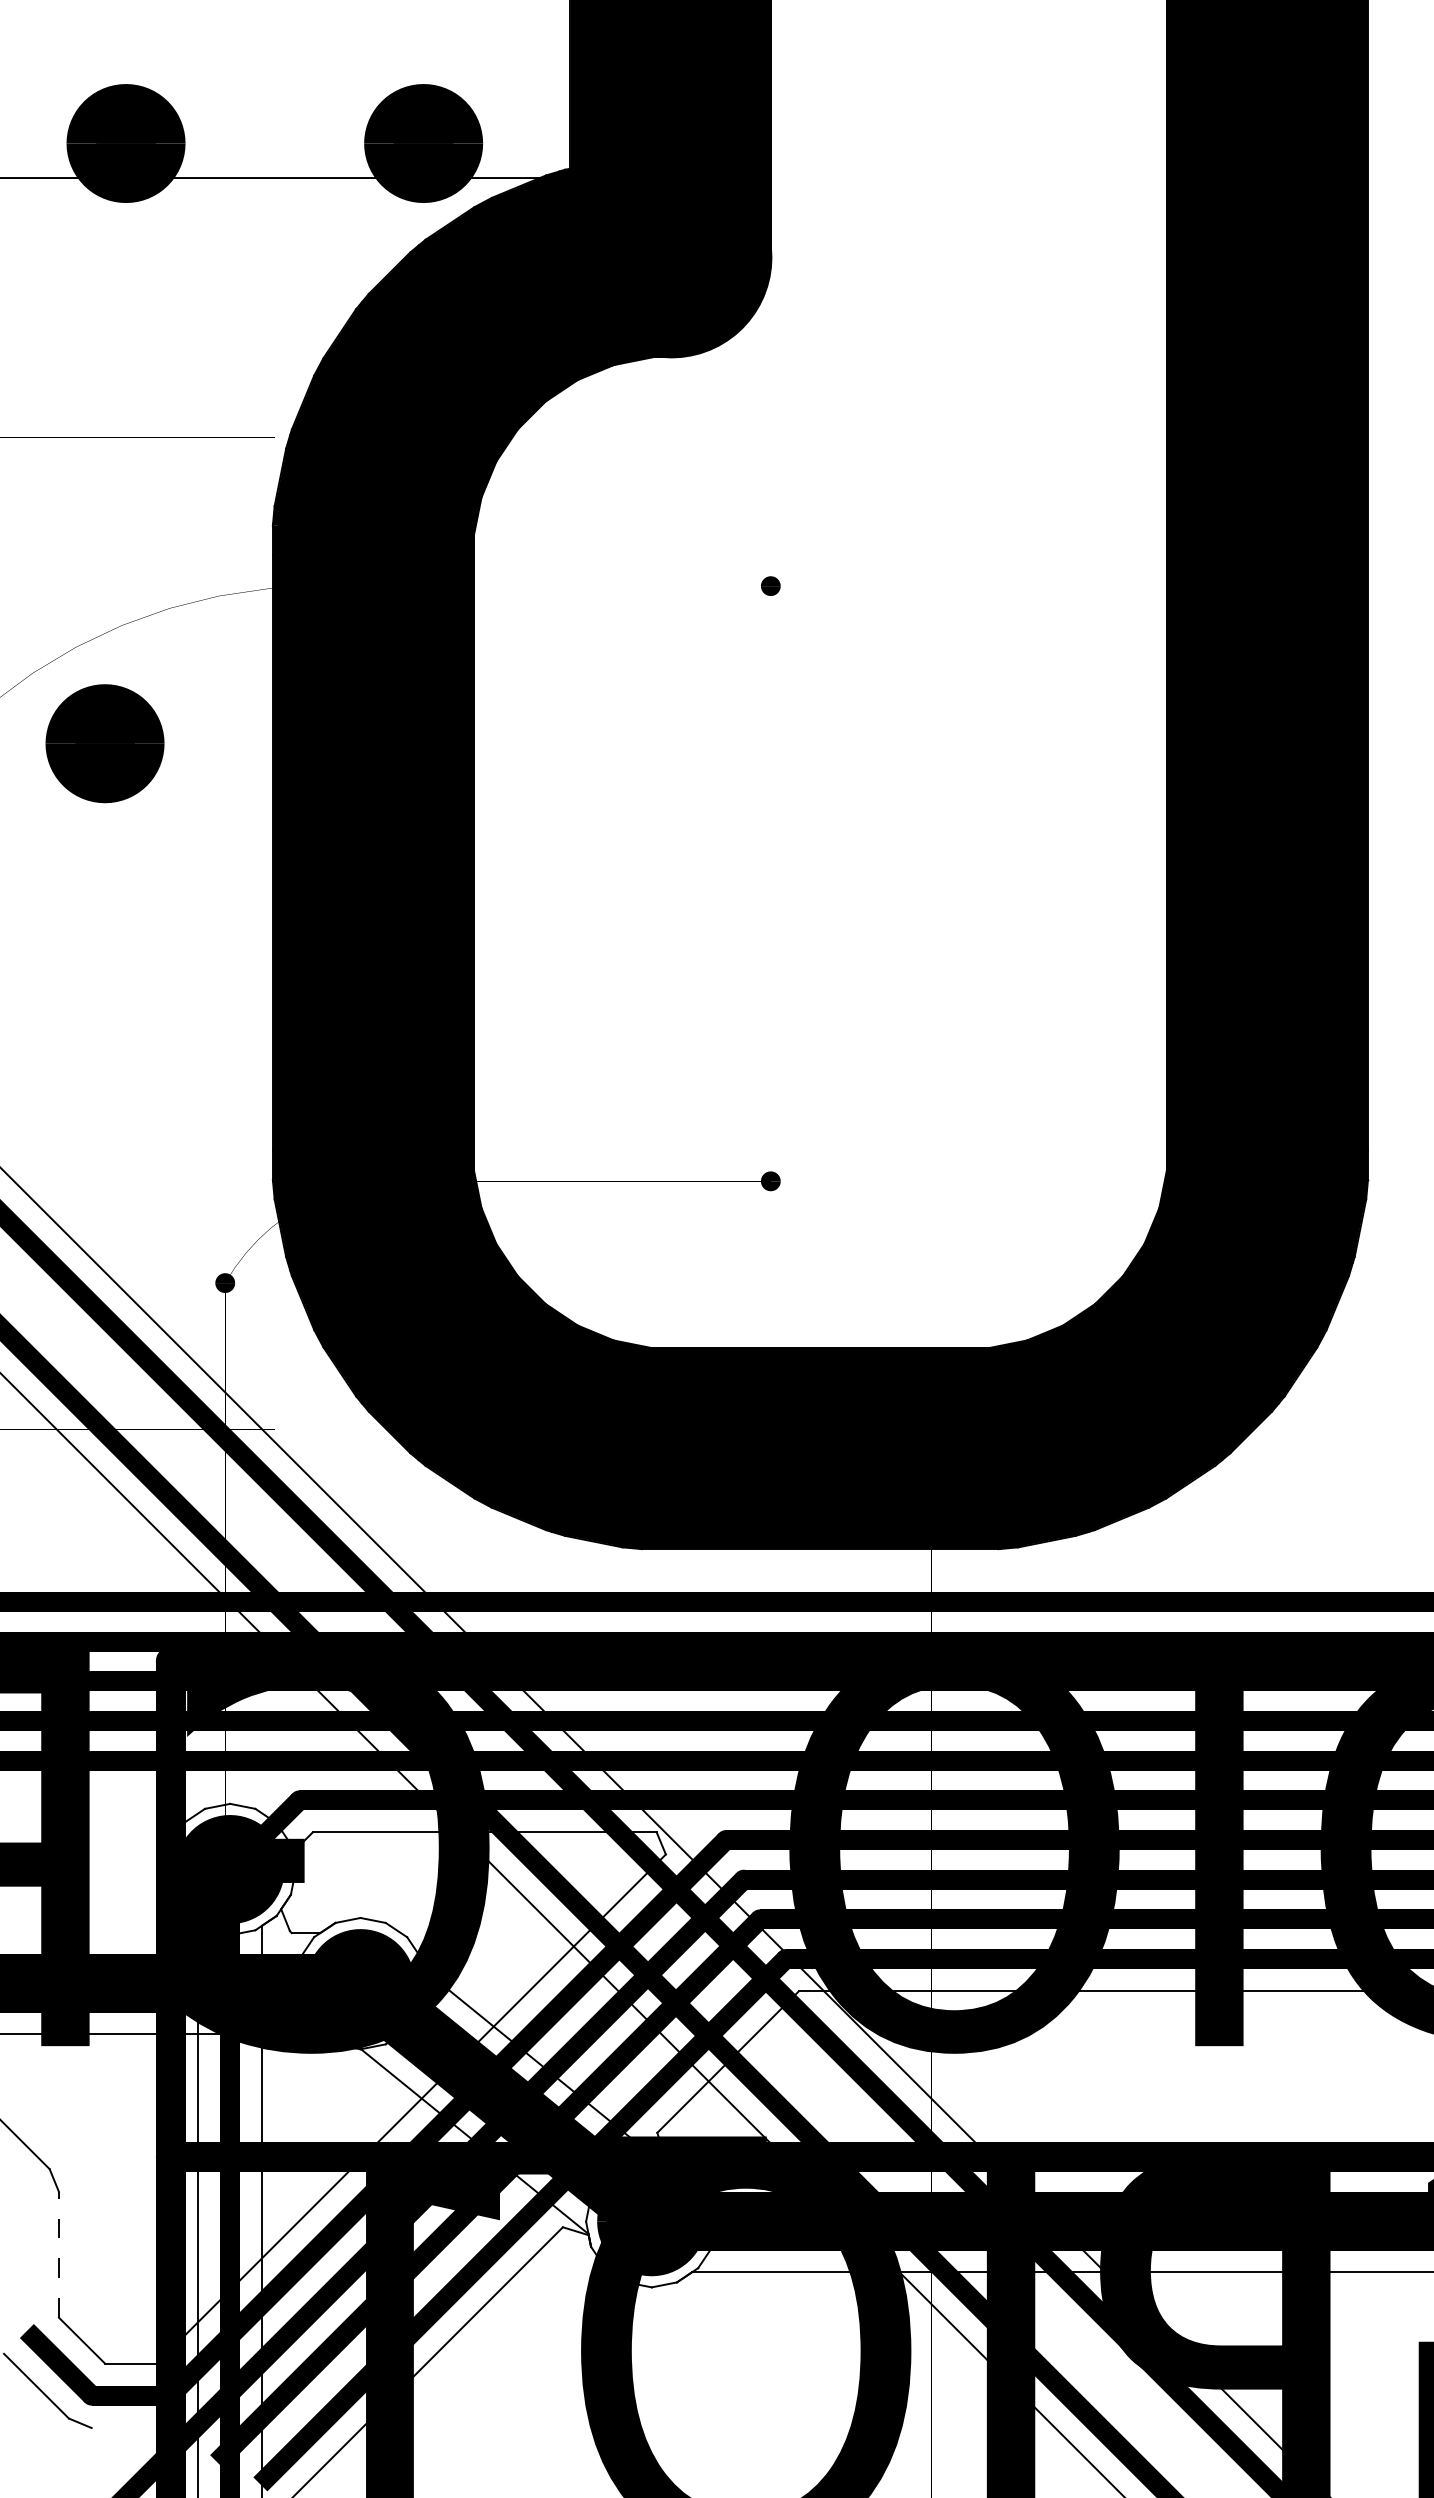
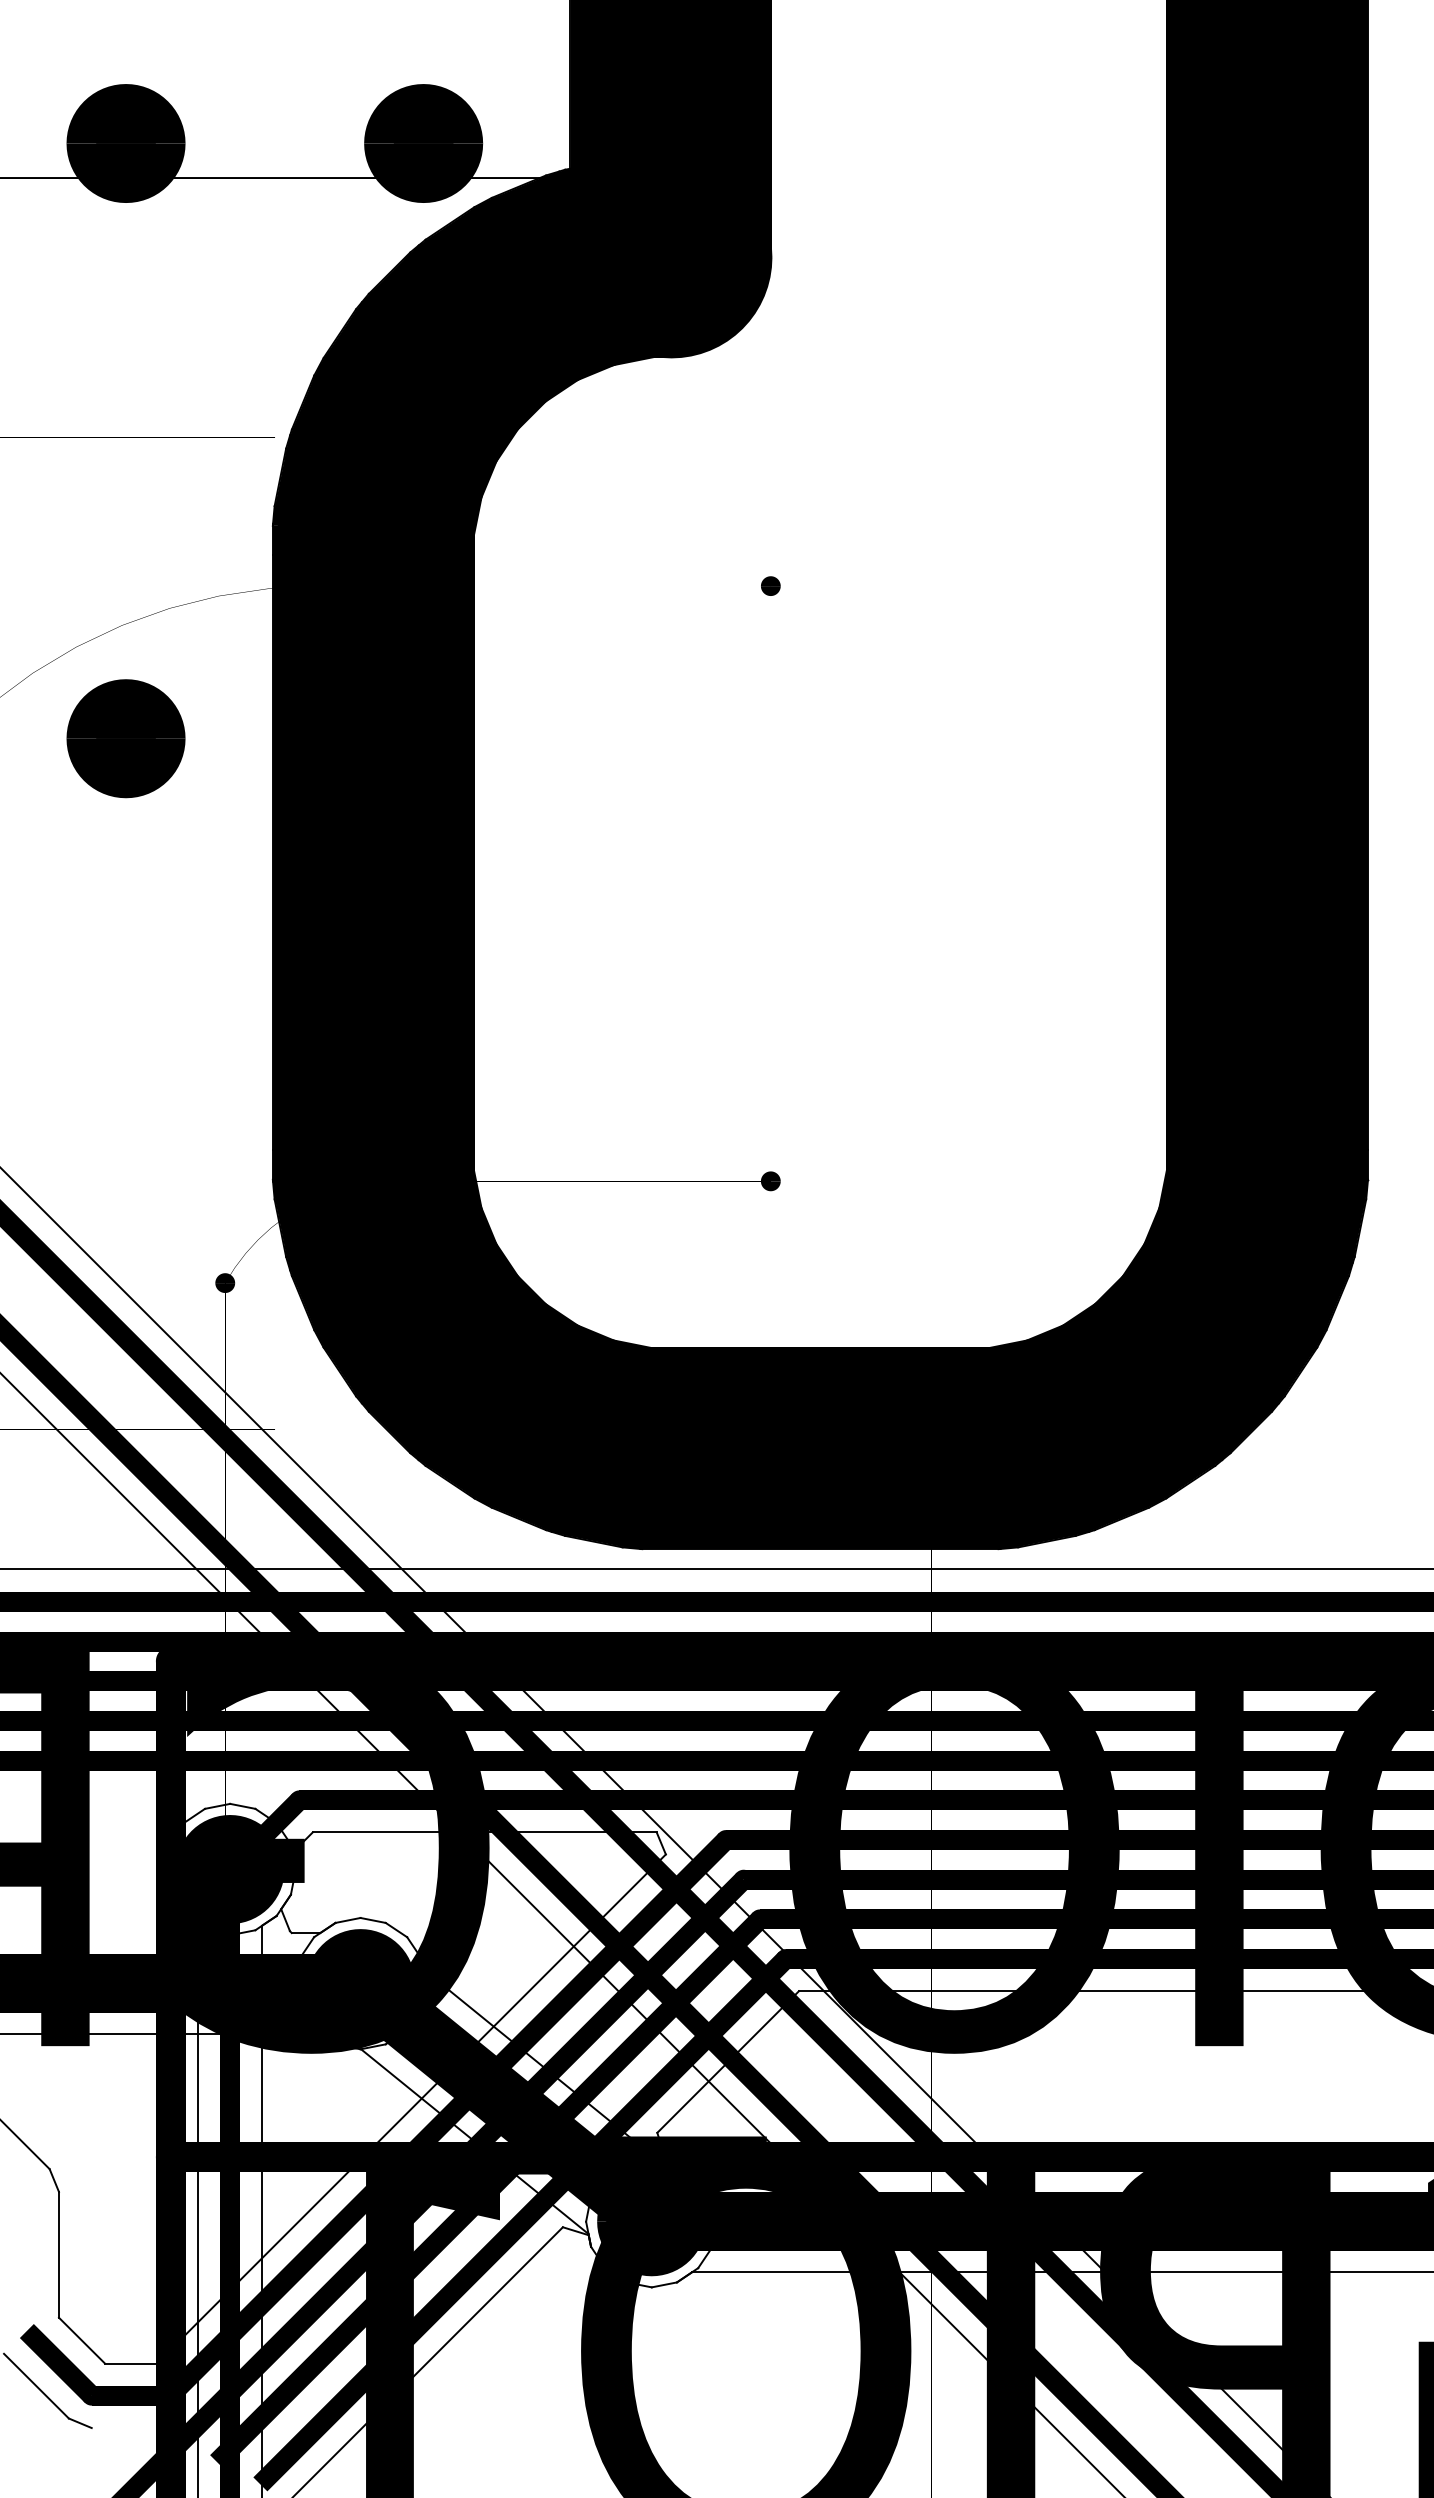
part at (104, 743) position: (104, 743) -> (125, 738)
line at (716, 1569): none -> present
line at (58, 2254): dashed -> solid
